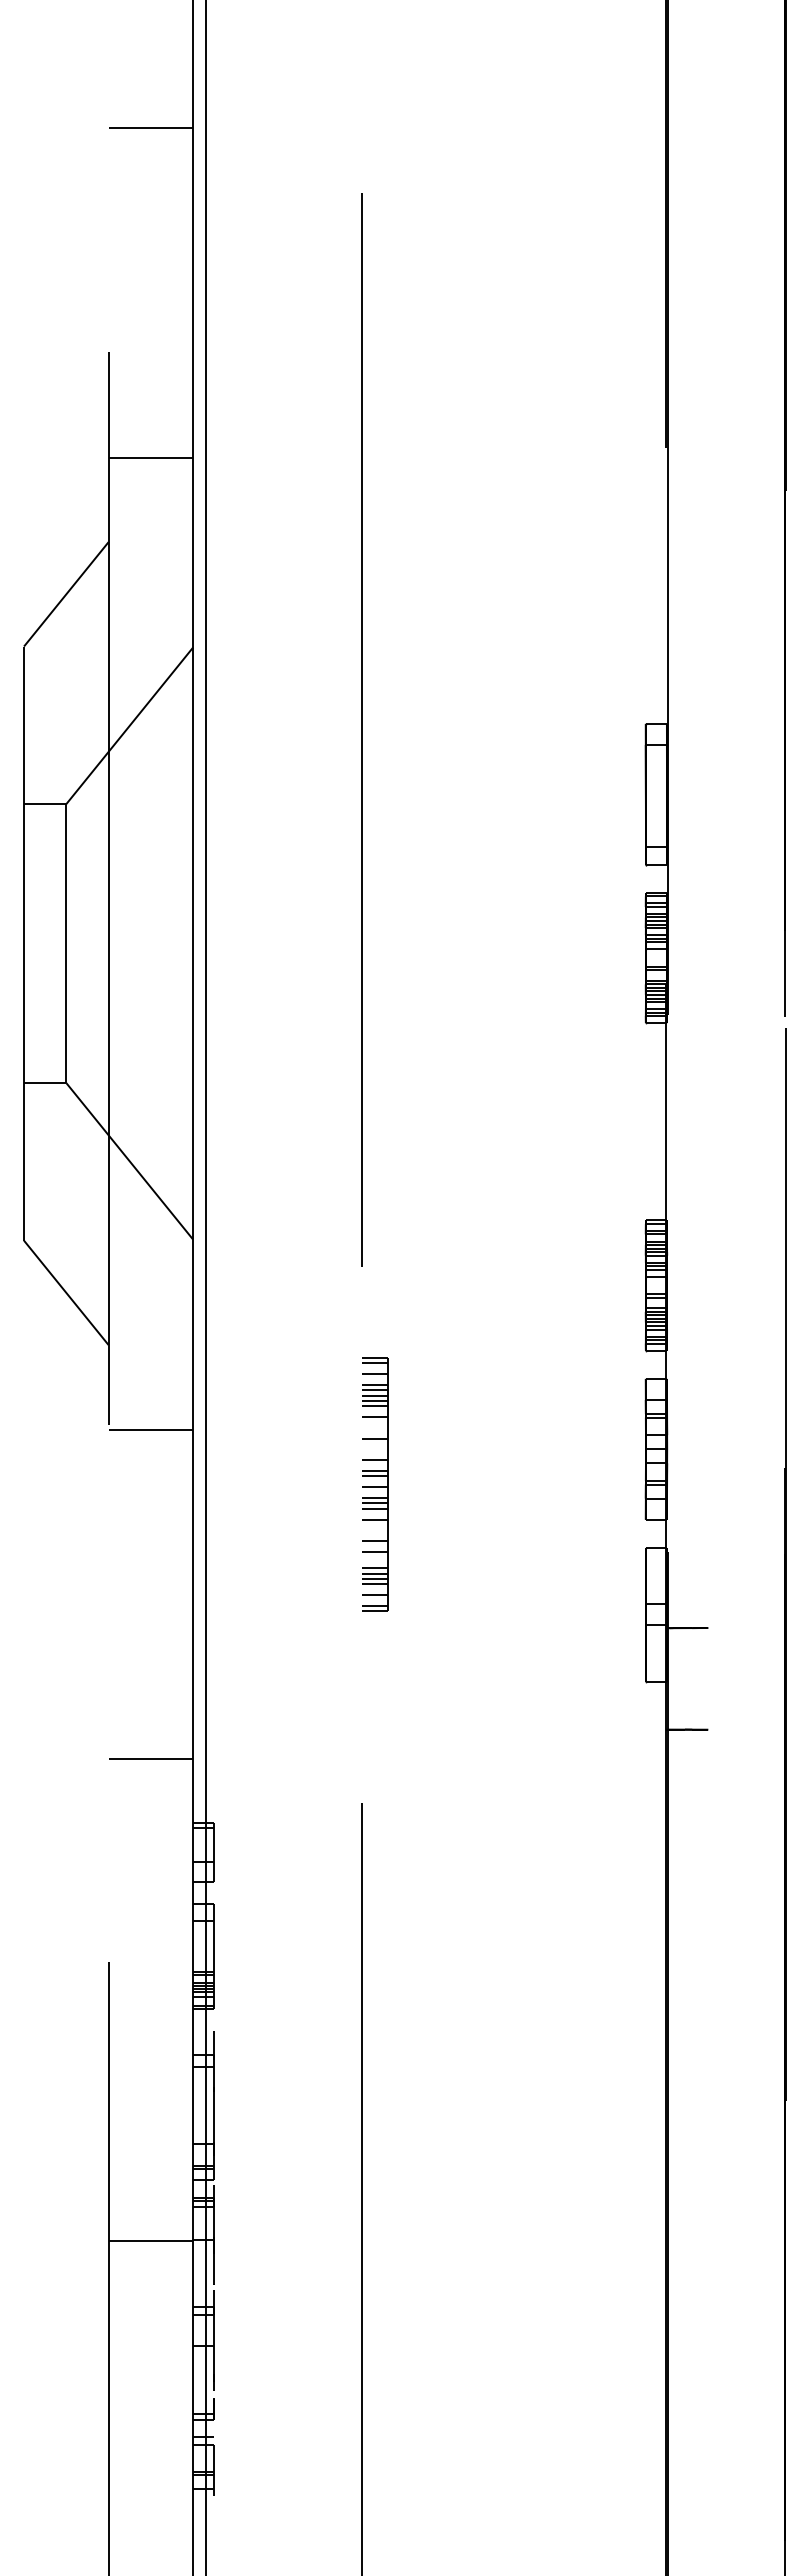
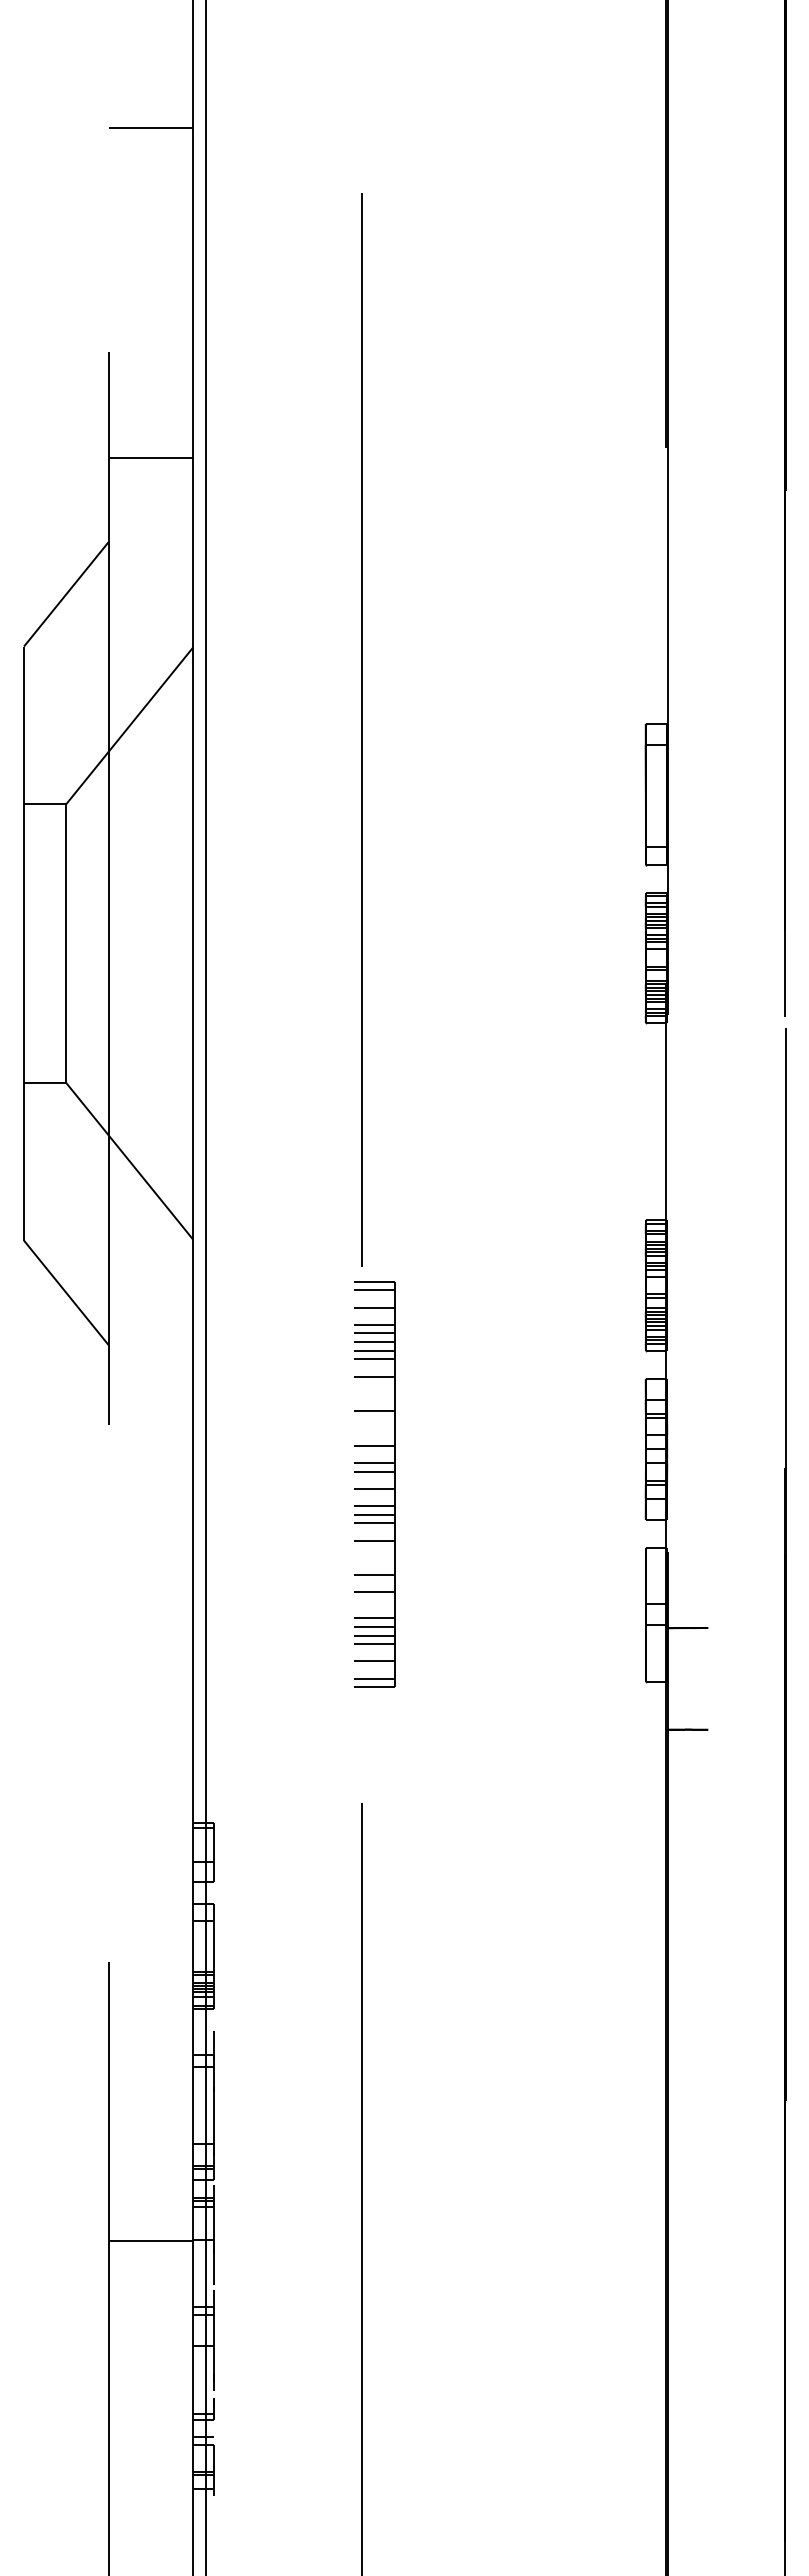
line at (150, 1429): present -> none
part at (375, 1484) size: 27x255 px -> 42x407 px
line at (150, 1758): present -> none
